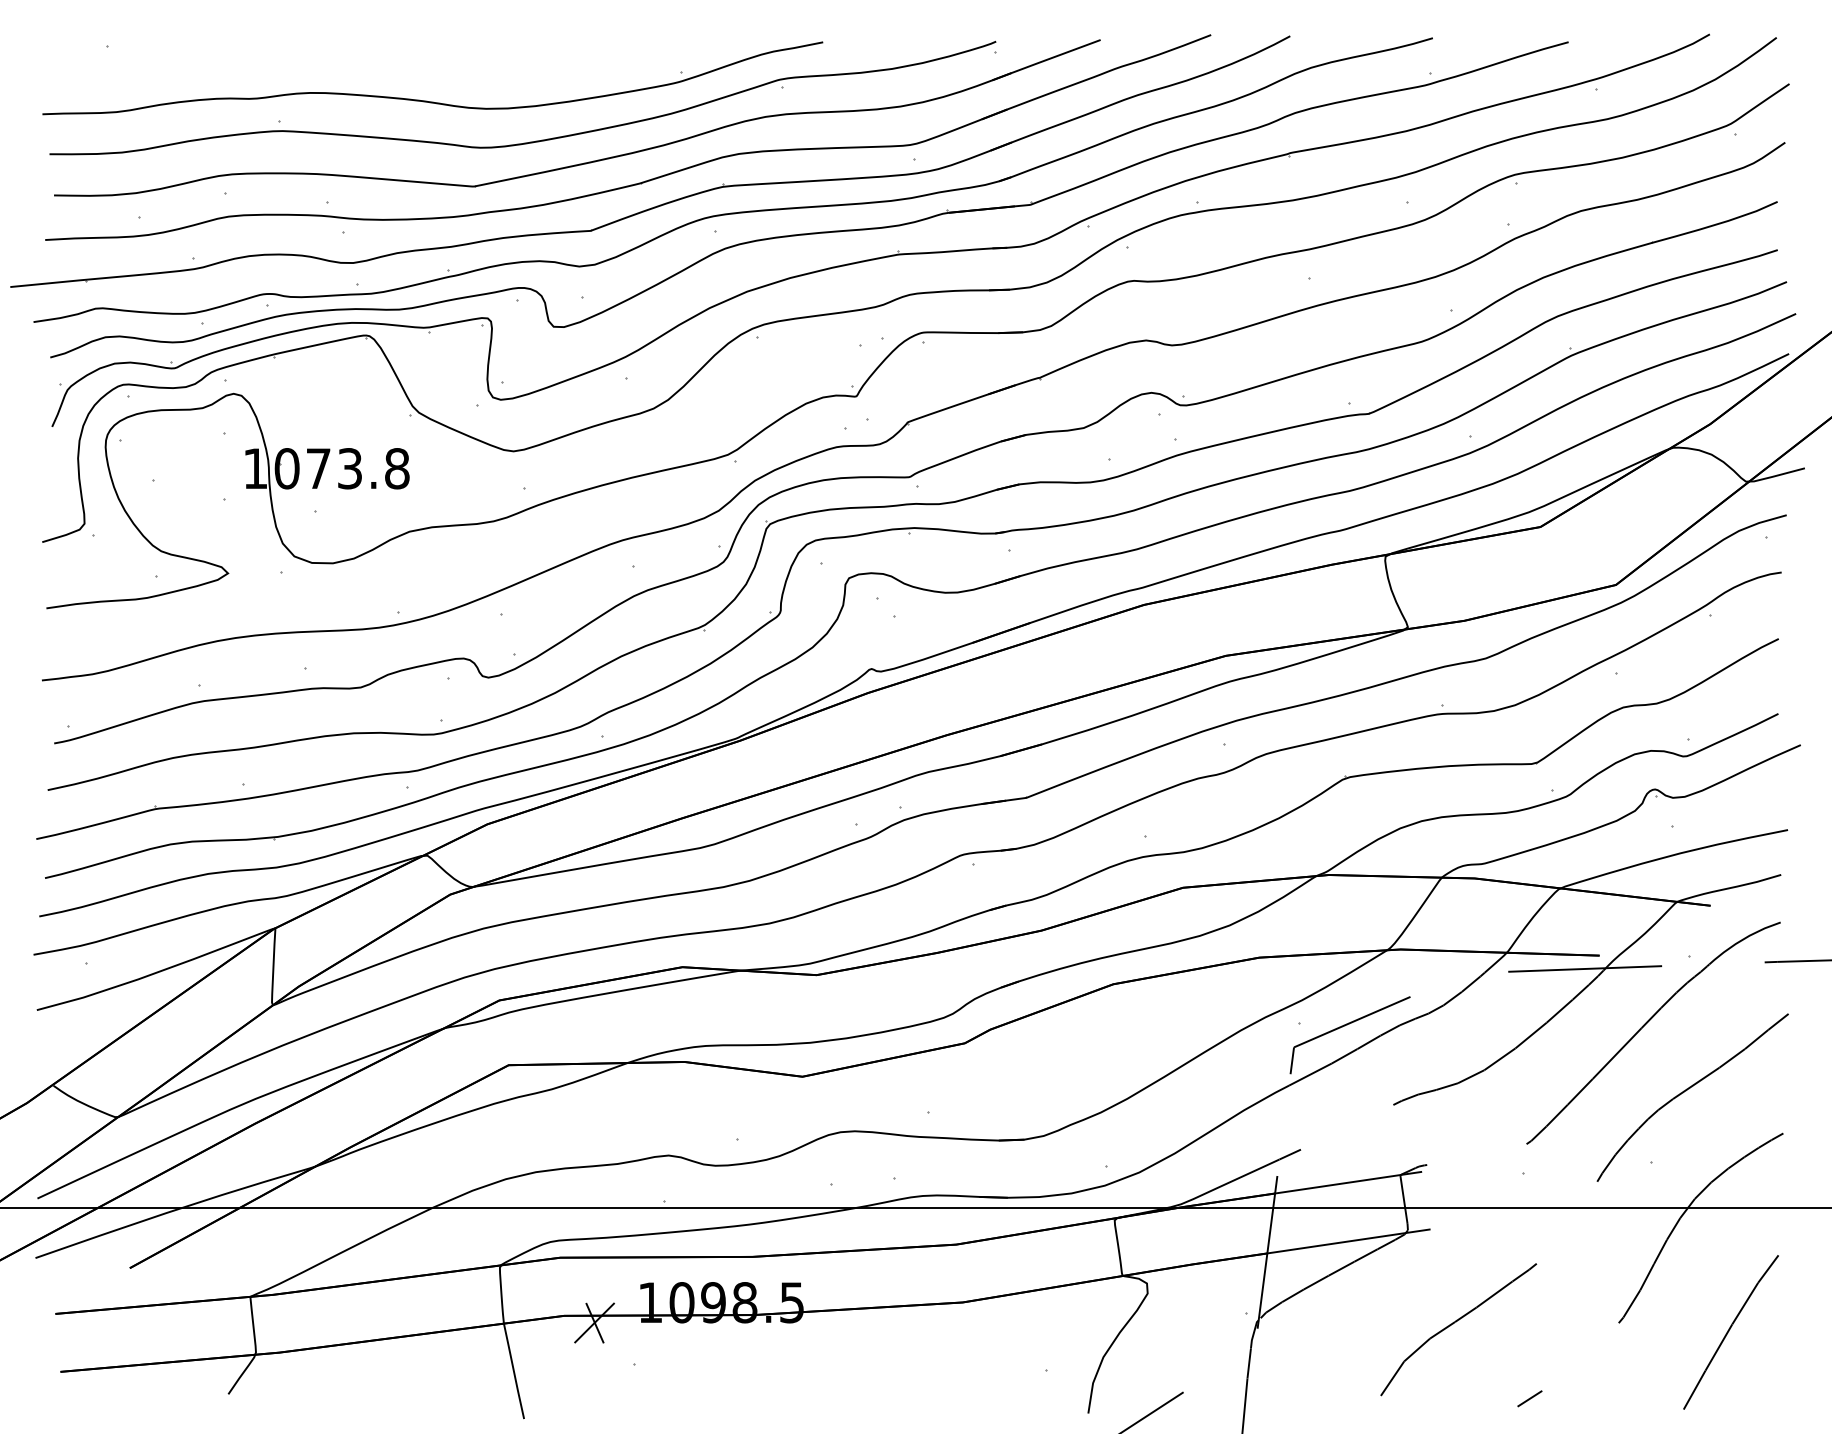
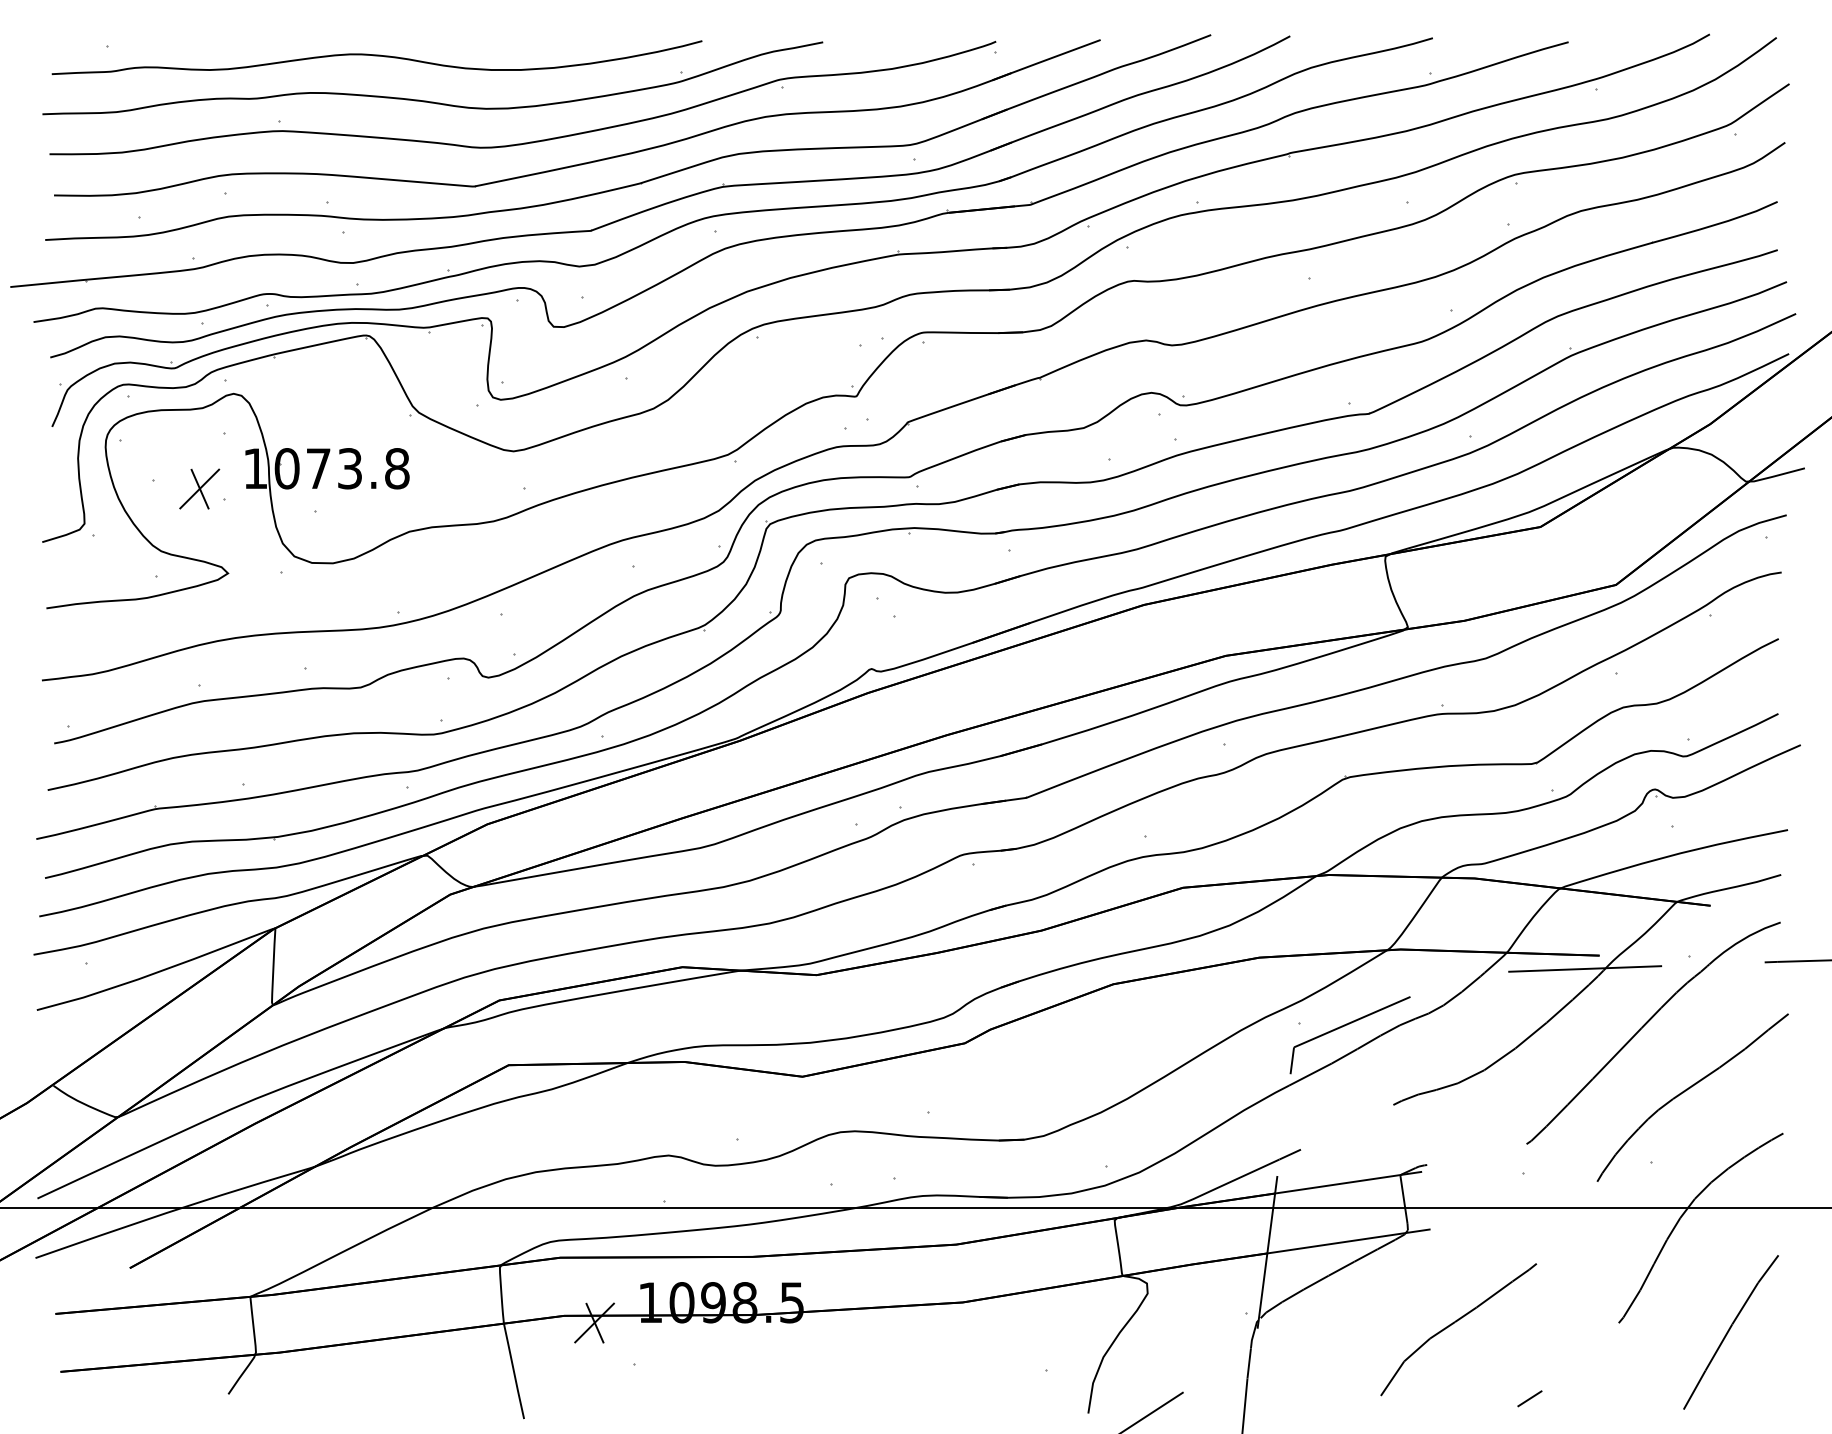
curve at (376, 56): none -> present
part at (199, 488): none -> present
